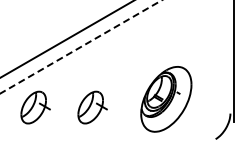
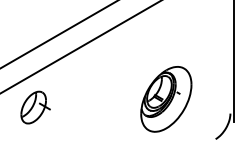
line at (66, 39) position: (66, 39) -> (58, 34)
line at (81, 46): dashed -> solid
part at (92, 107): present -> none
